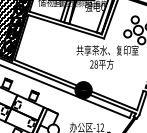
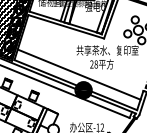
line at (78, 74): none -> present
